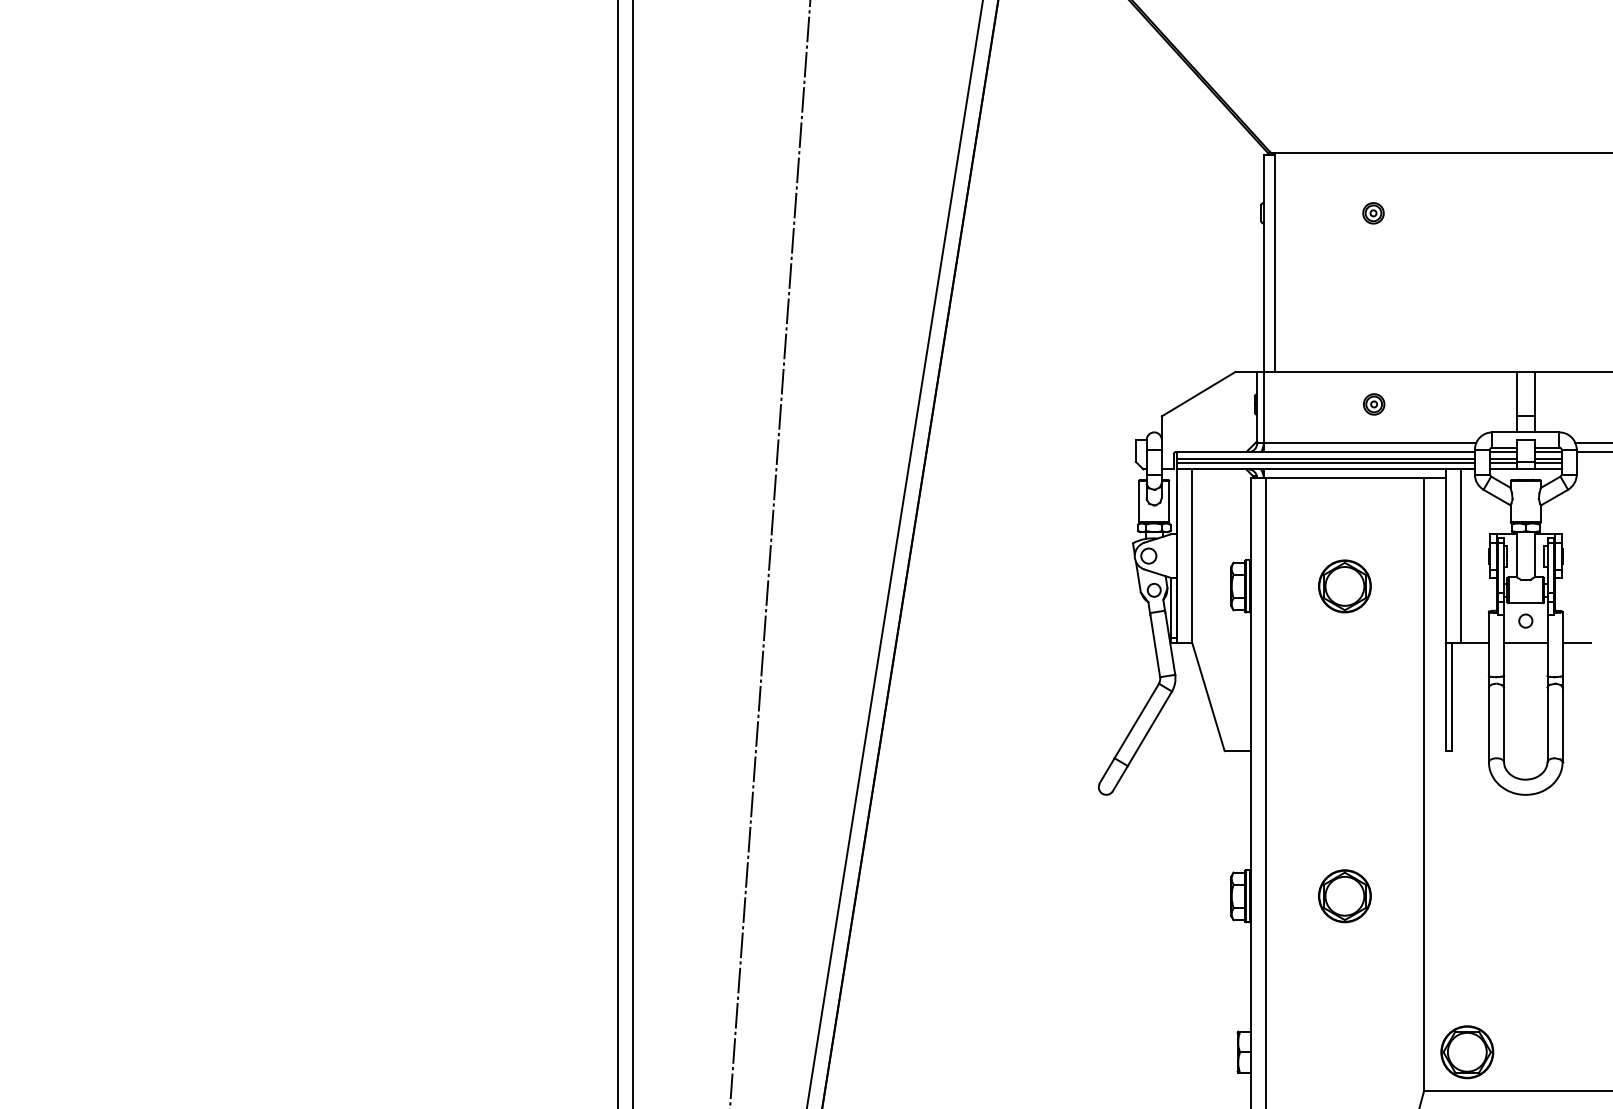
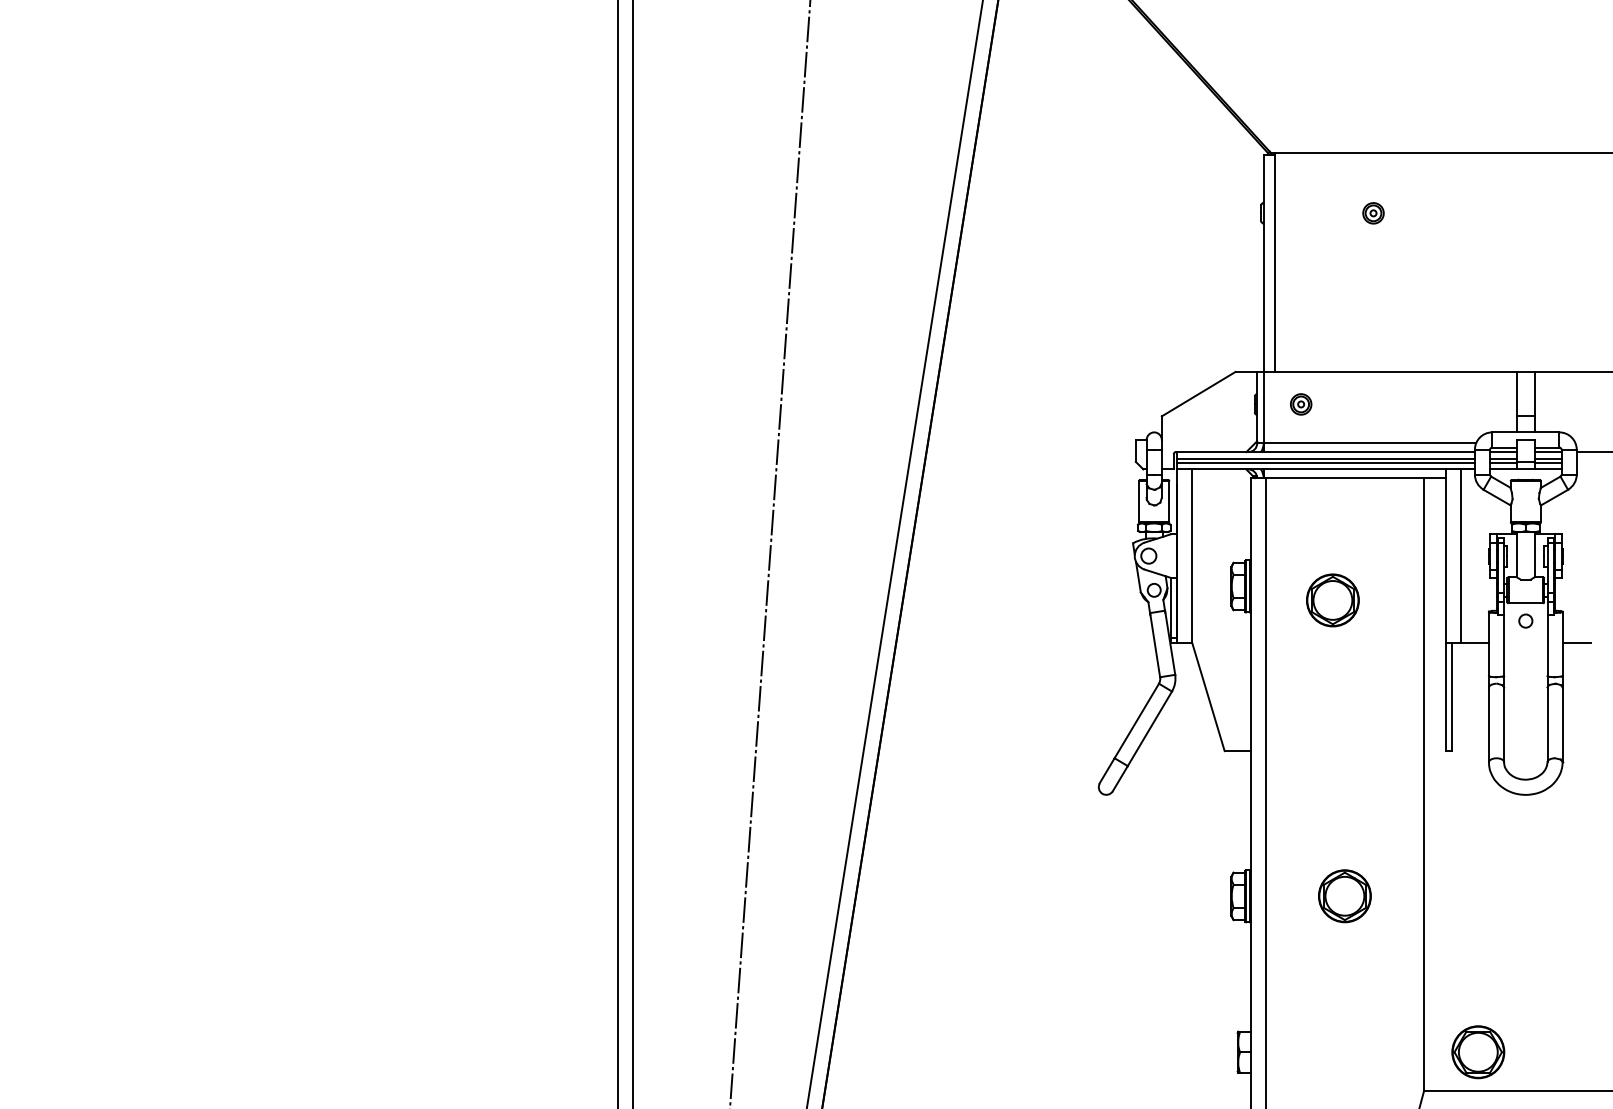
part at (1374, 404) position: (1374, 404) -> (1301, 404)
line at (1592, 443): present -> none
part at (1344, 586) position: (1344, 586) -> (1332, 600)
line at (1525, 642): present -> none
part at (1467, 1052) position: (1467, 1052) -> (1478, 1052)
